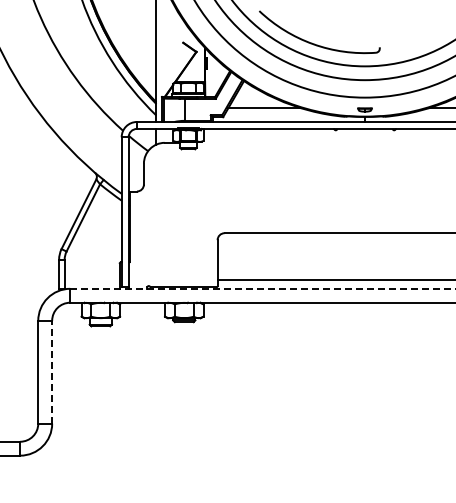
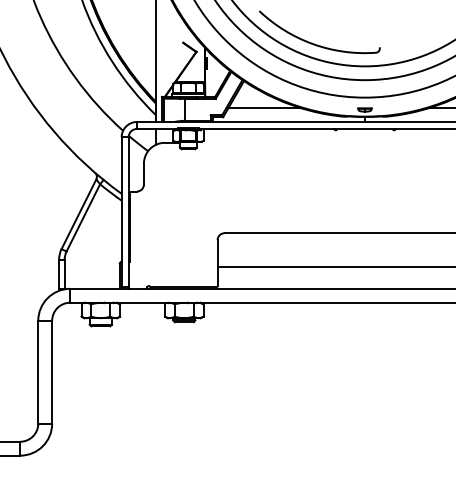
line at (334, 279) position: (334, 279) -> (334, 266)
line at (263, 288): dashed -> solid
line at (52, 371): dashed -> solid
